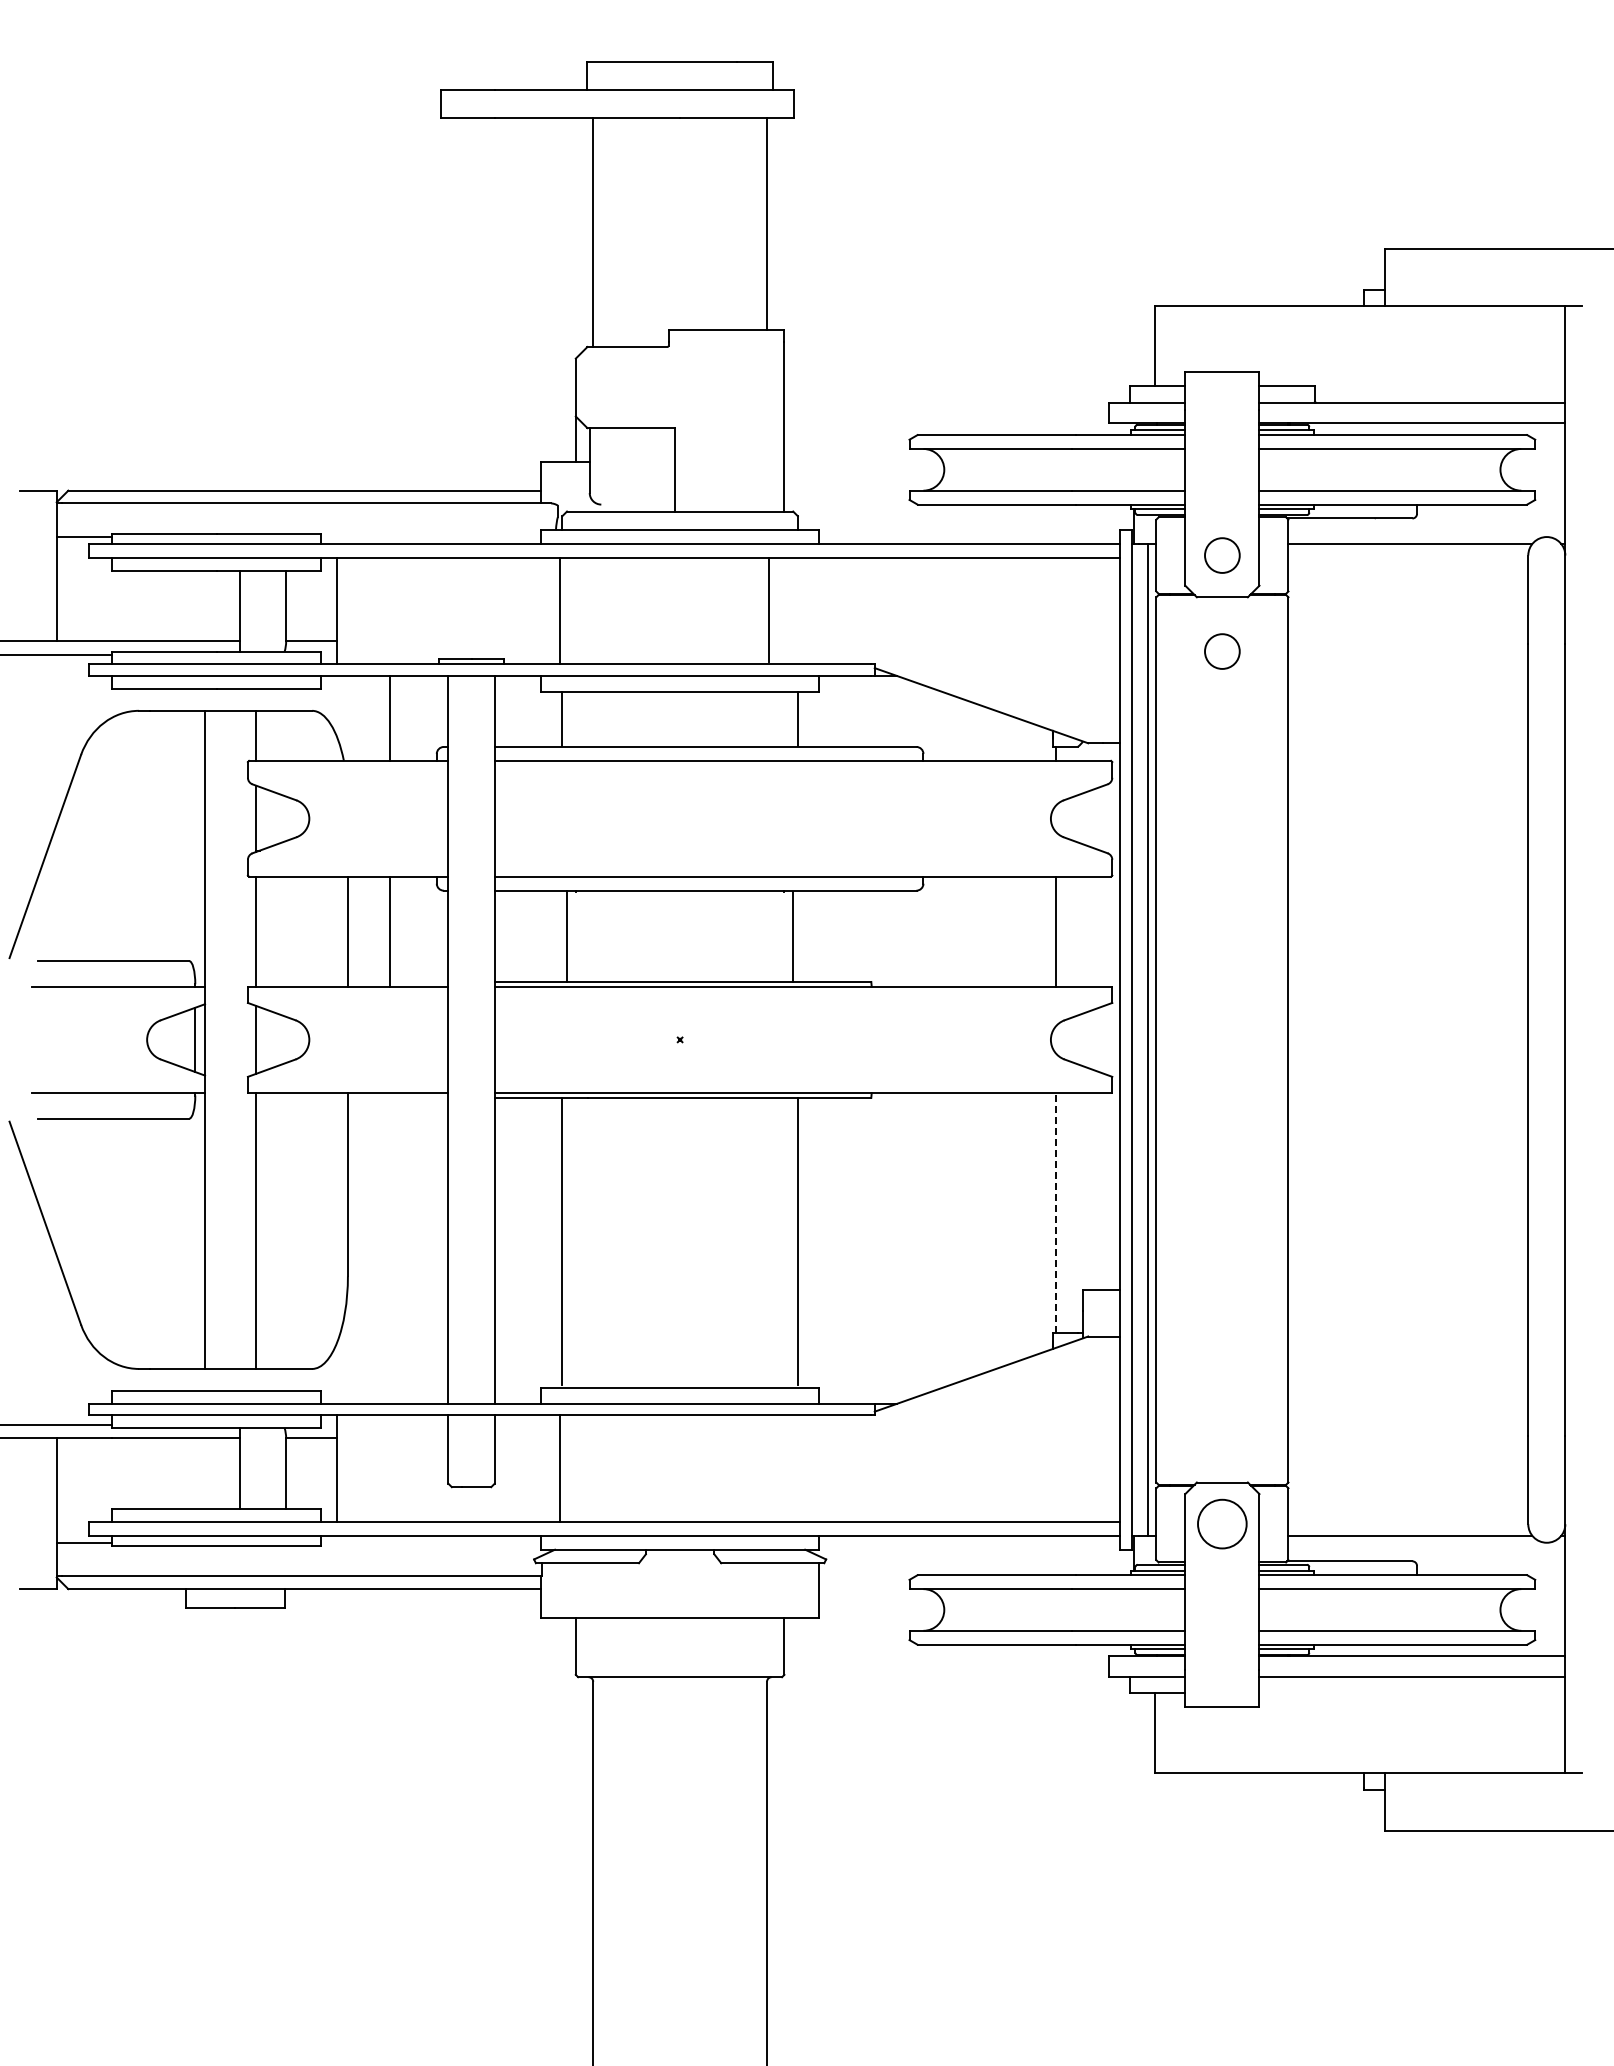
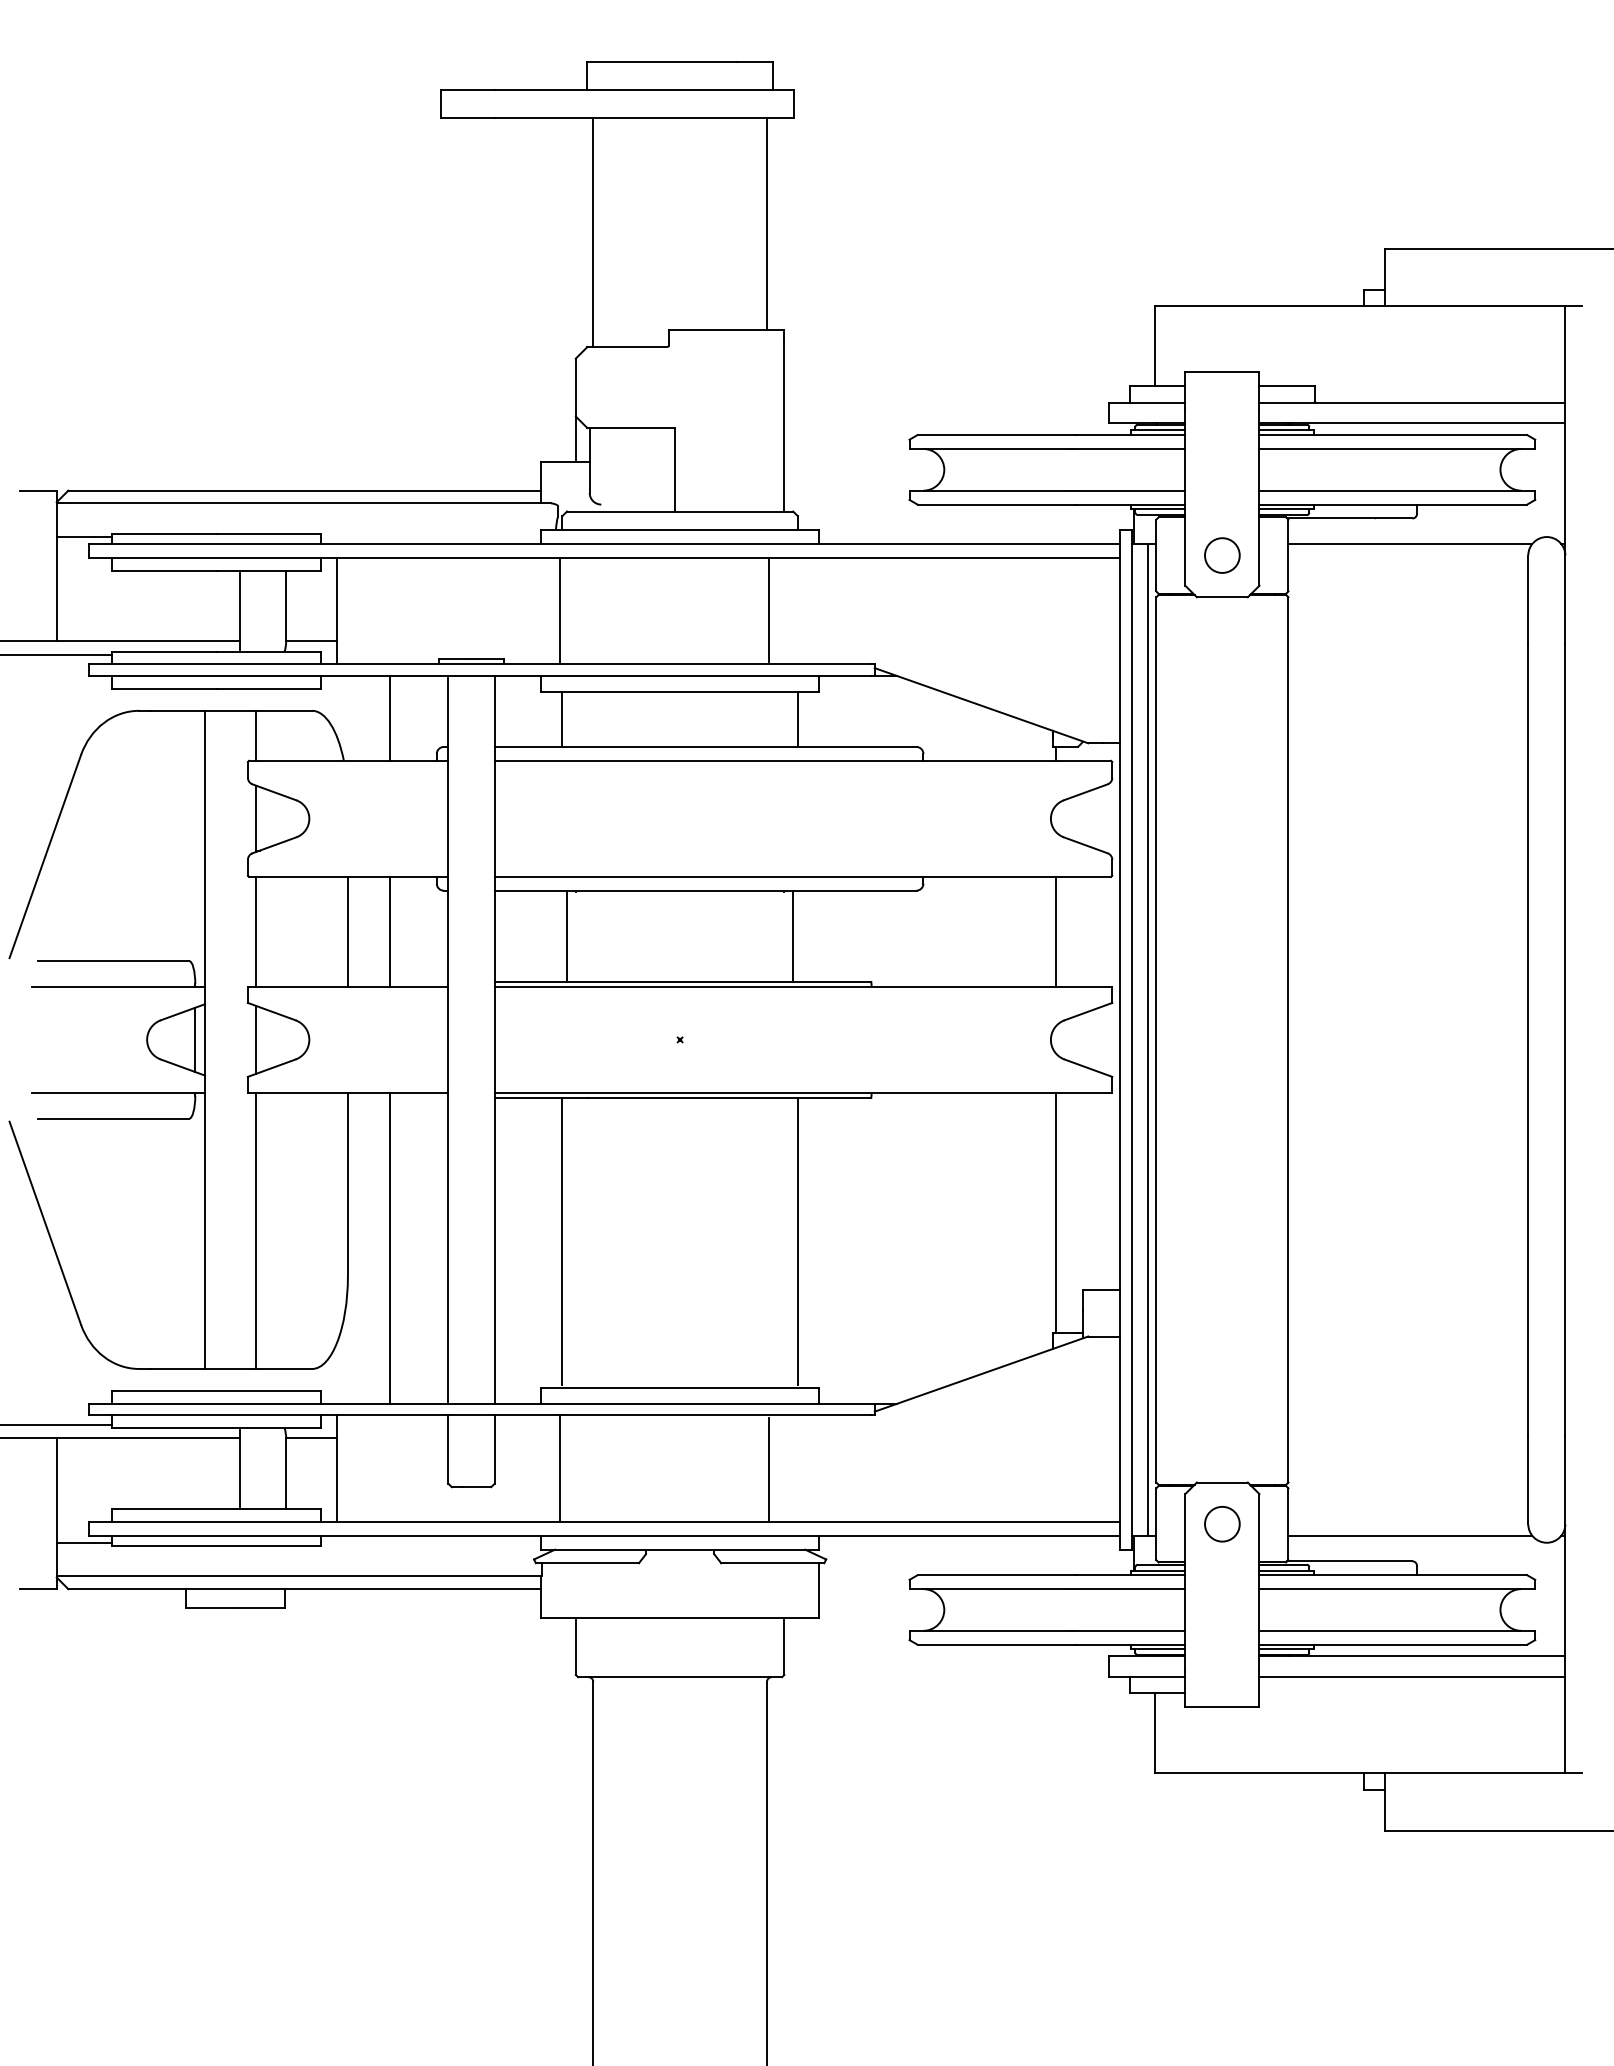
circle at (1222, 651): present -> none
line at (1055, 1213): dashed -> solid
line at (390, 1248): none -> present
line at (769, 1469): none -> present
circle at (1222, 1523) size: 51x52 px -> 37x37 px
